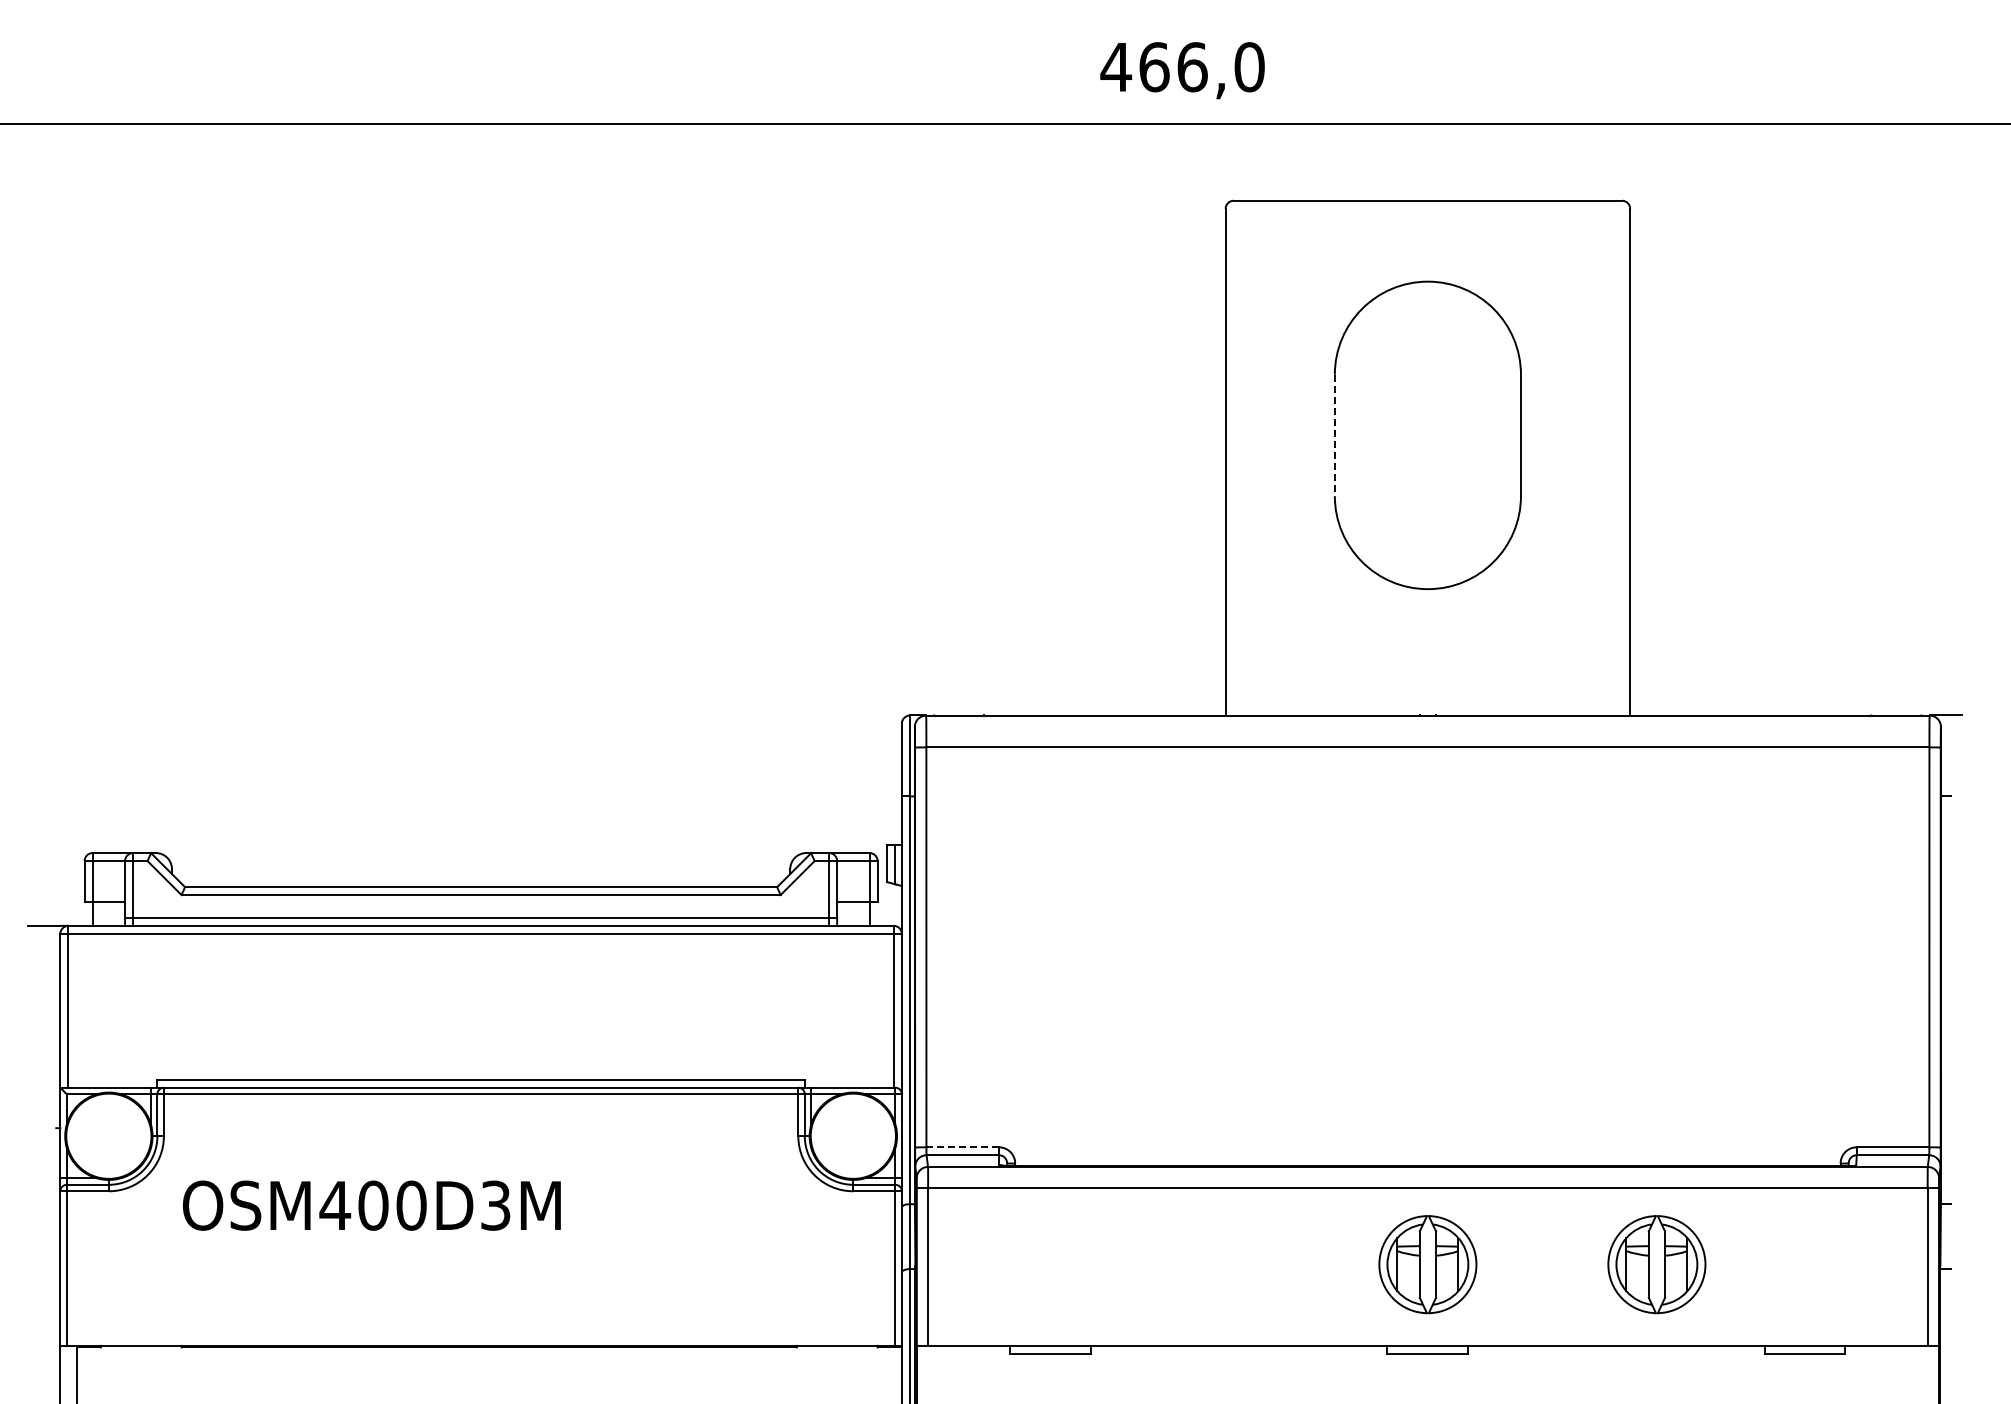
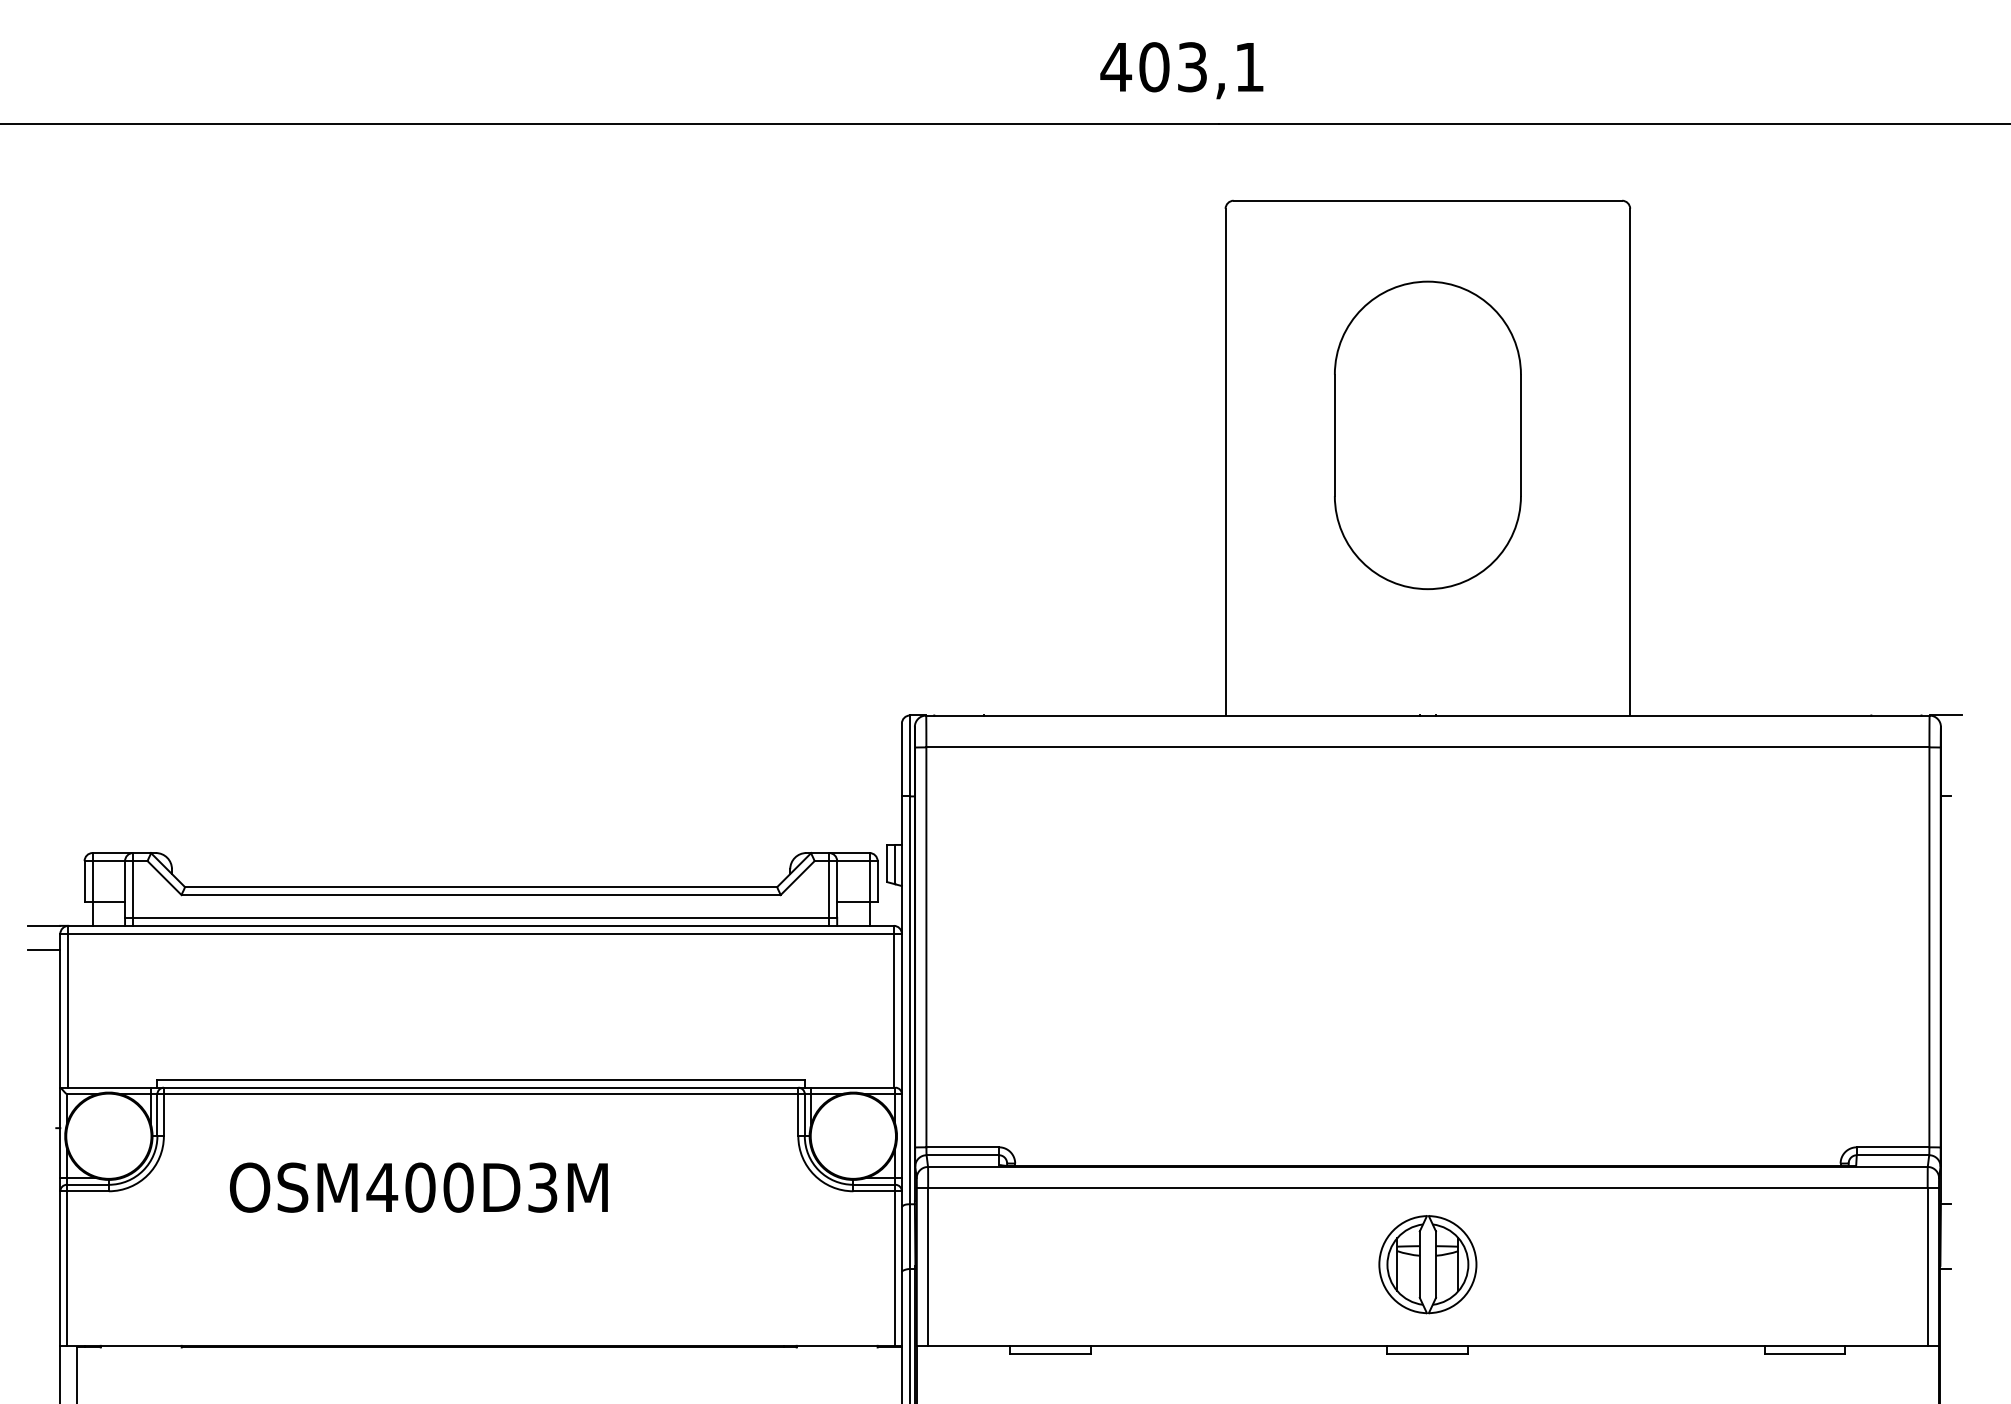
text at (1201, 67): 466,0 -> 403,1
line at (1334, 435): dashed -> solid
line at (43, 950): none -> present
line at (963, 1147): dashed -> solid
text at (371, 1205) position: (371, 1205) -> (418, 1187)
part at (1656, 1264): present -> none
